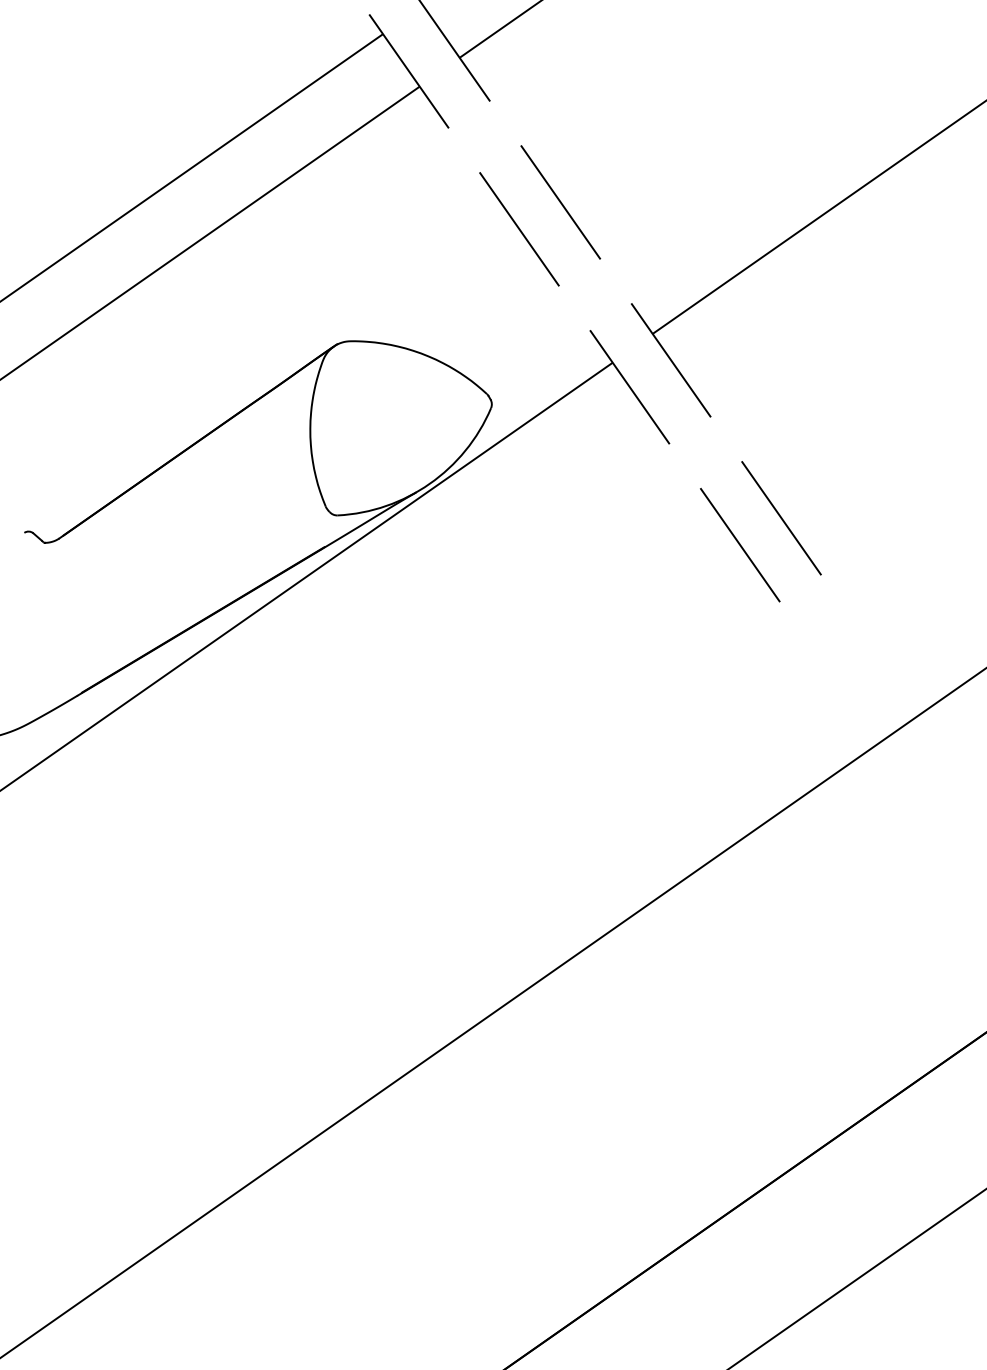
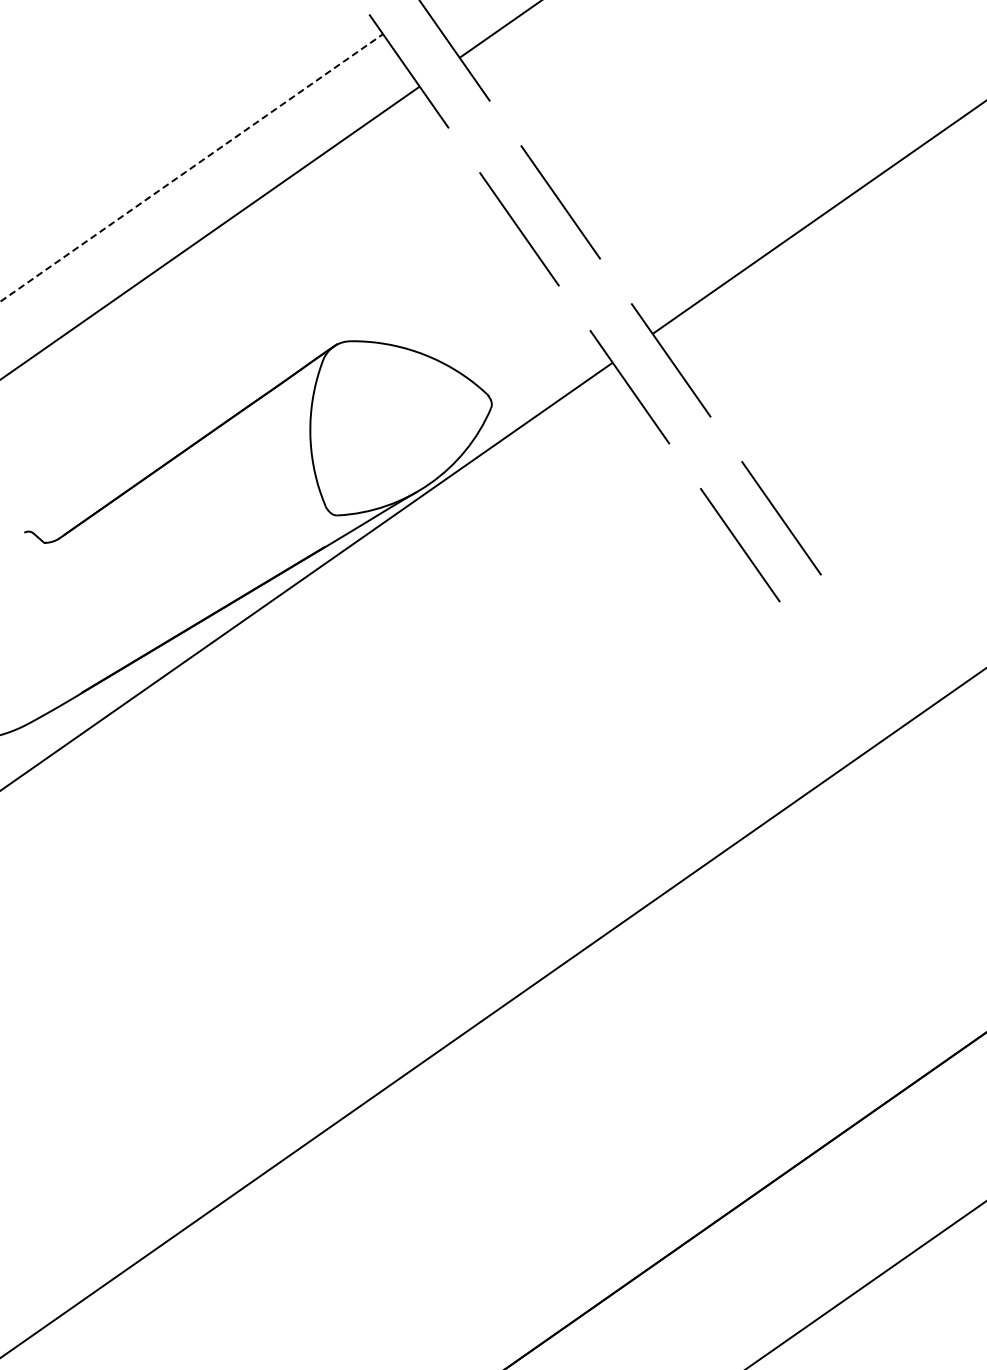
line at (192, 167): solid -> dashed
line at (857, 1278) position: (857, 1278) -> (866, 1284)
